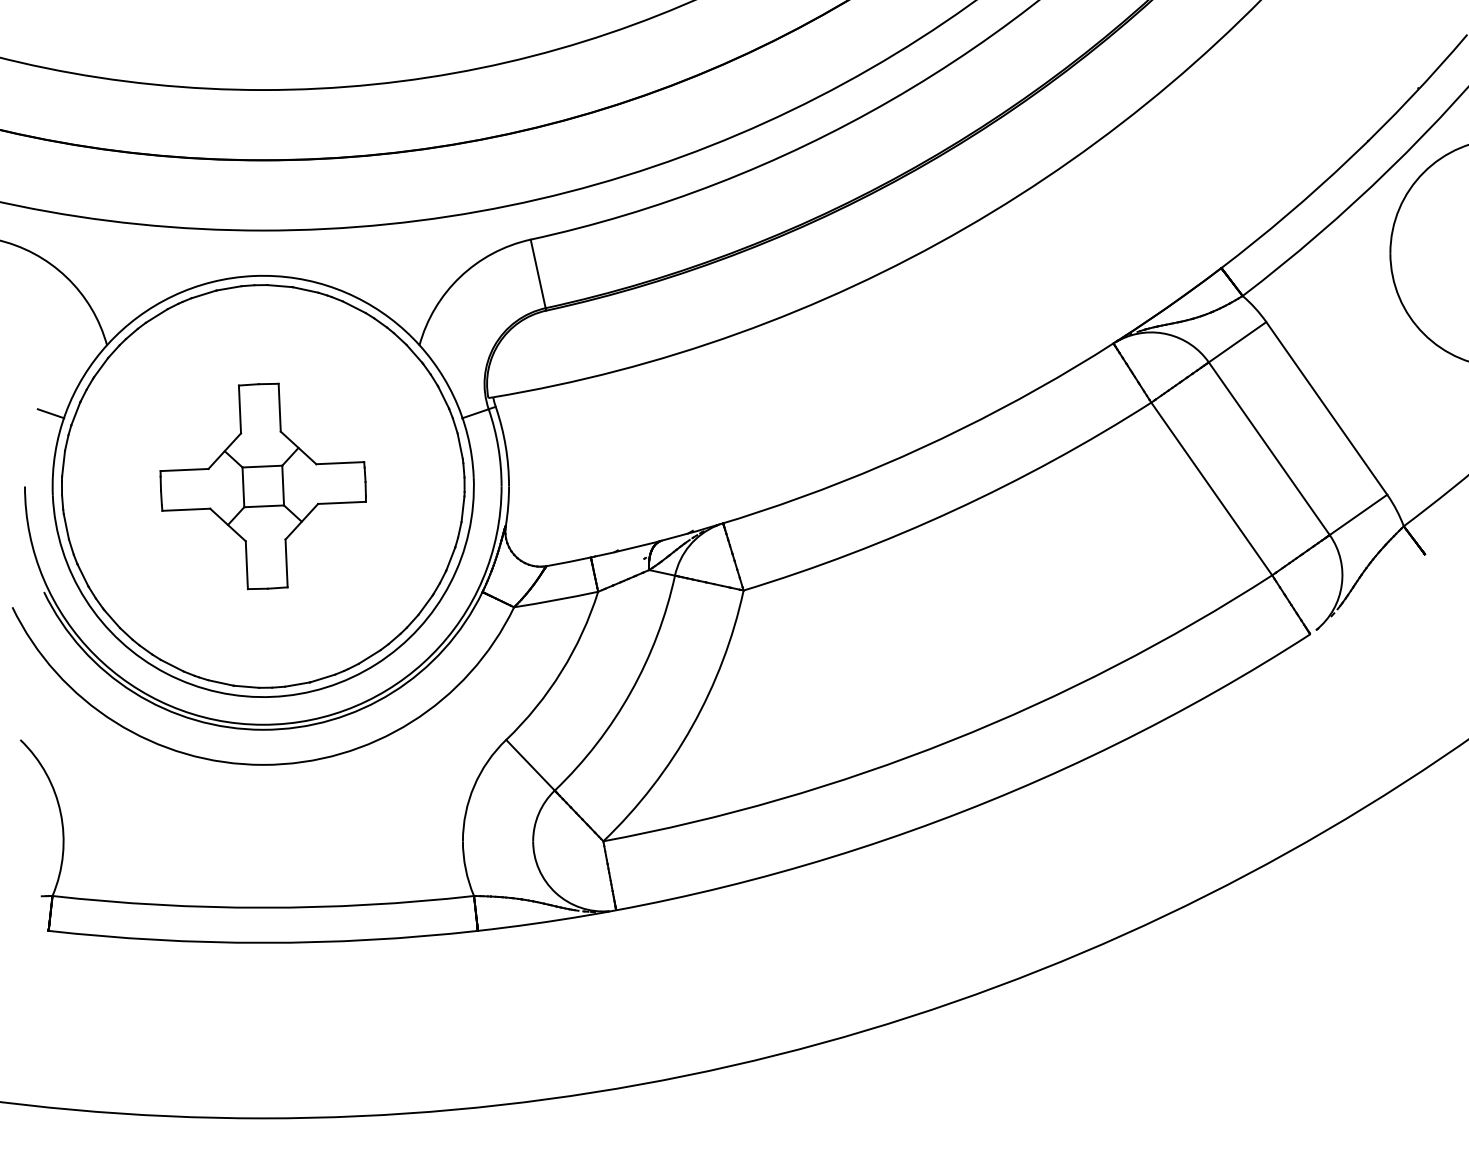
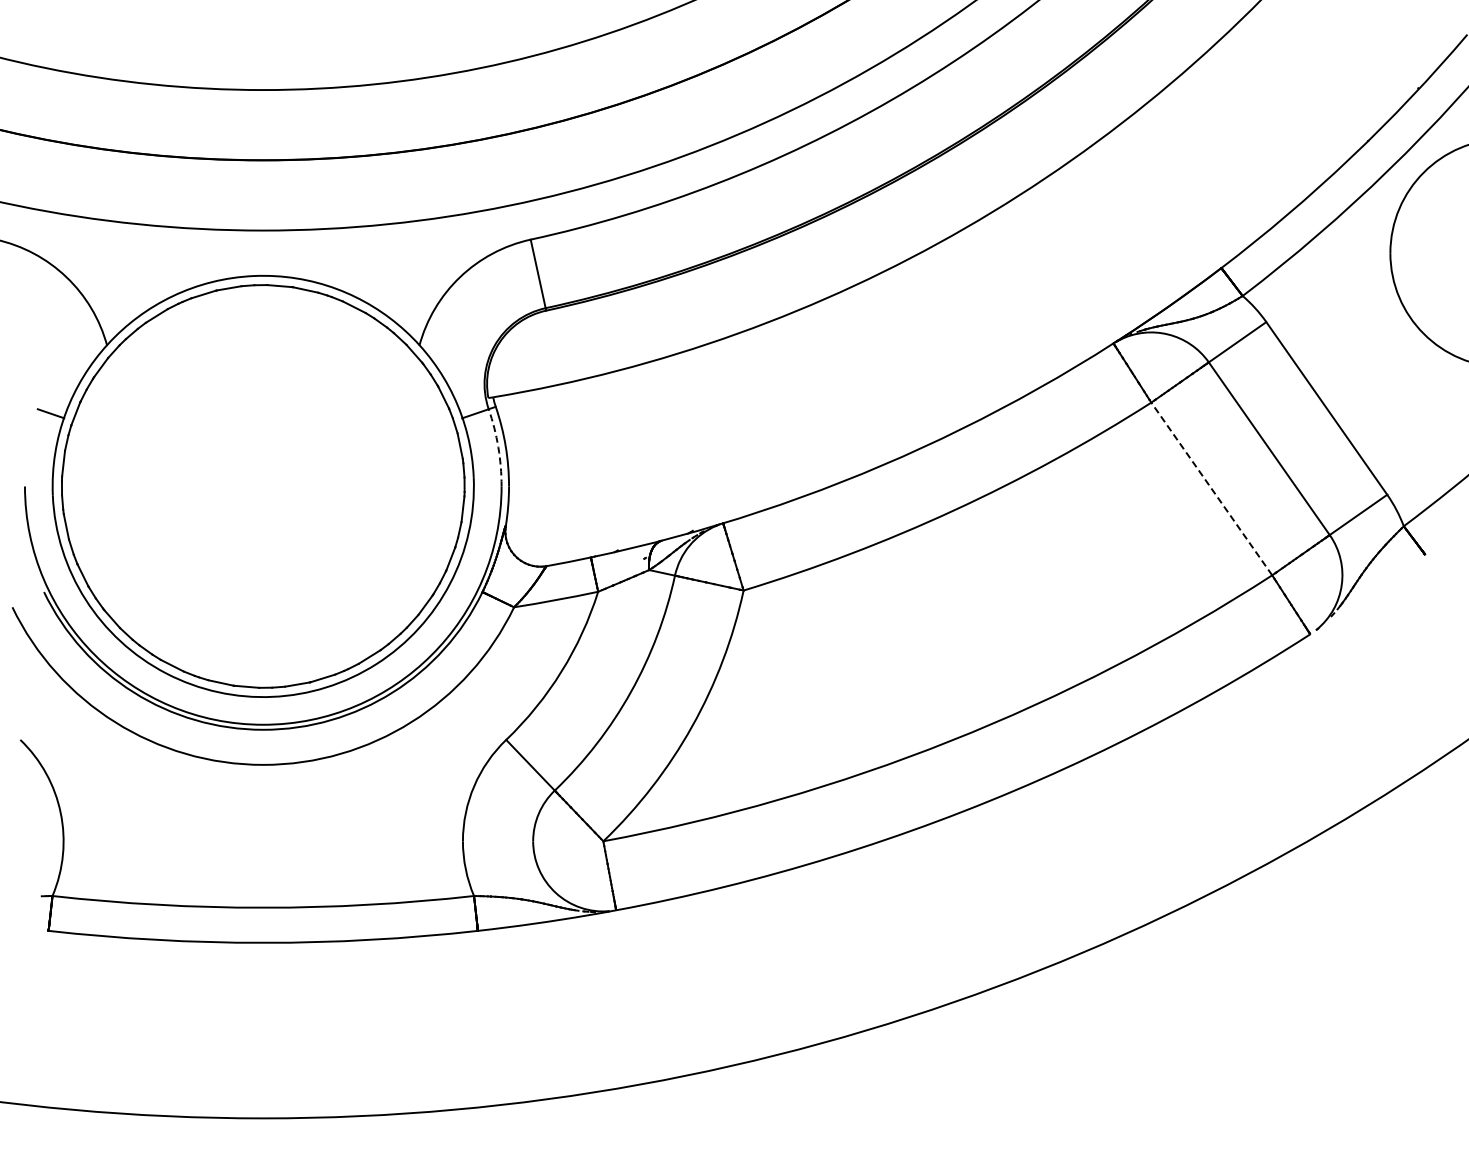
arc at (498, 447): solid -> dashed
part at (262, 486): present -> none
line at (1211, 488): solid -> dashed
